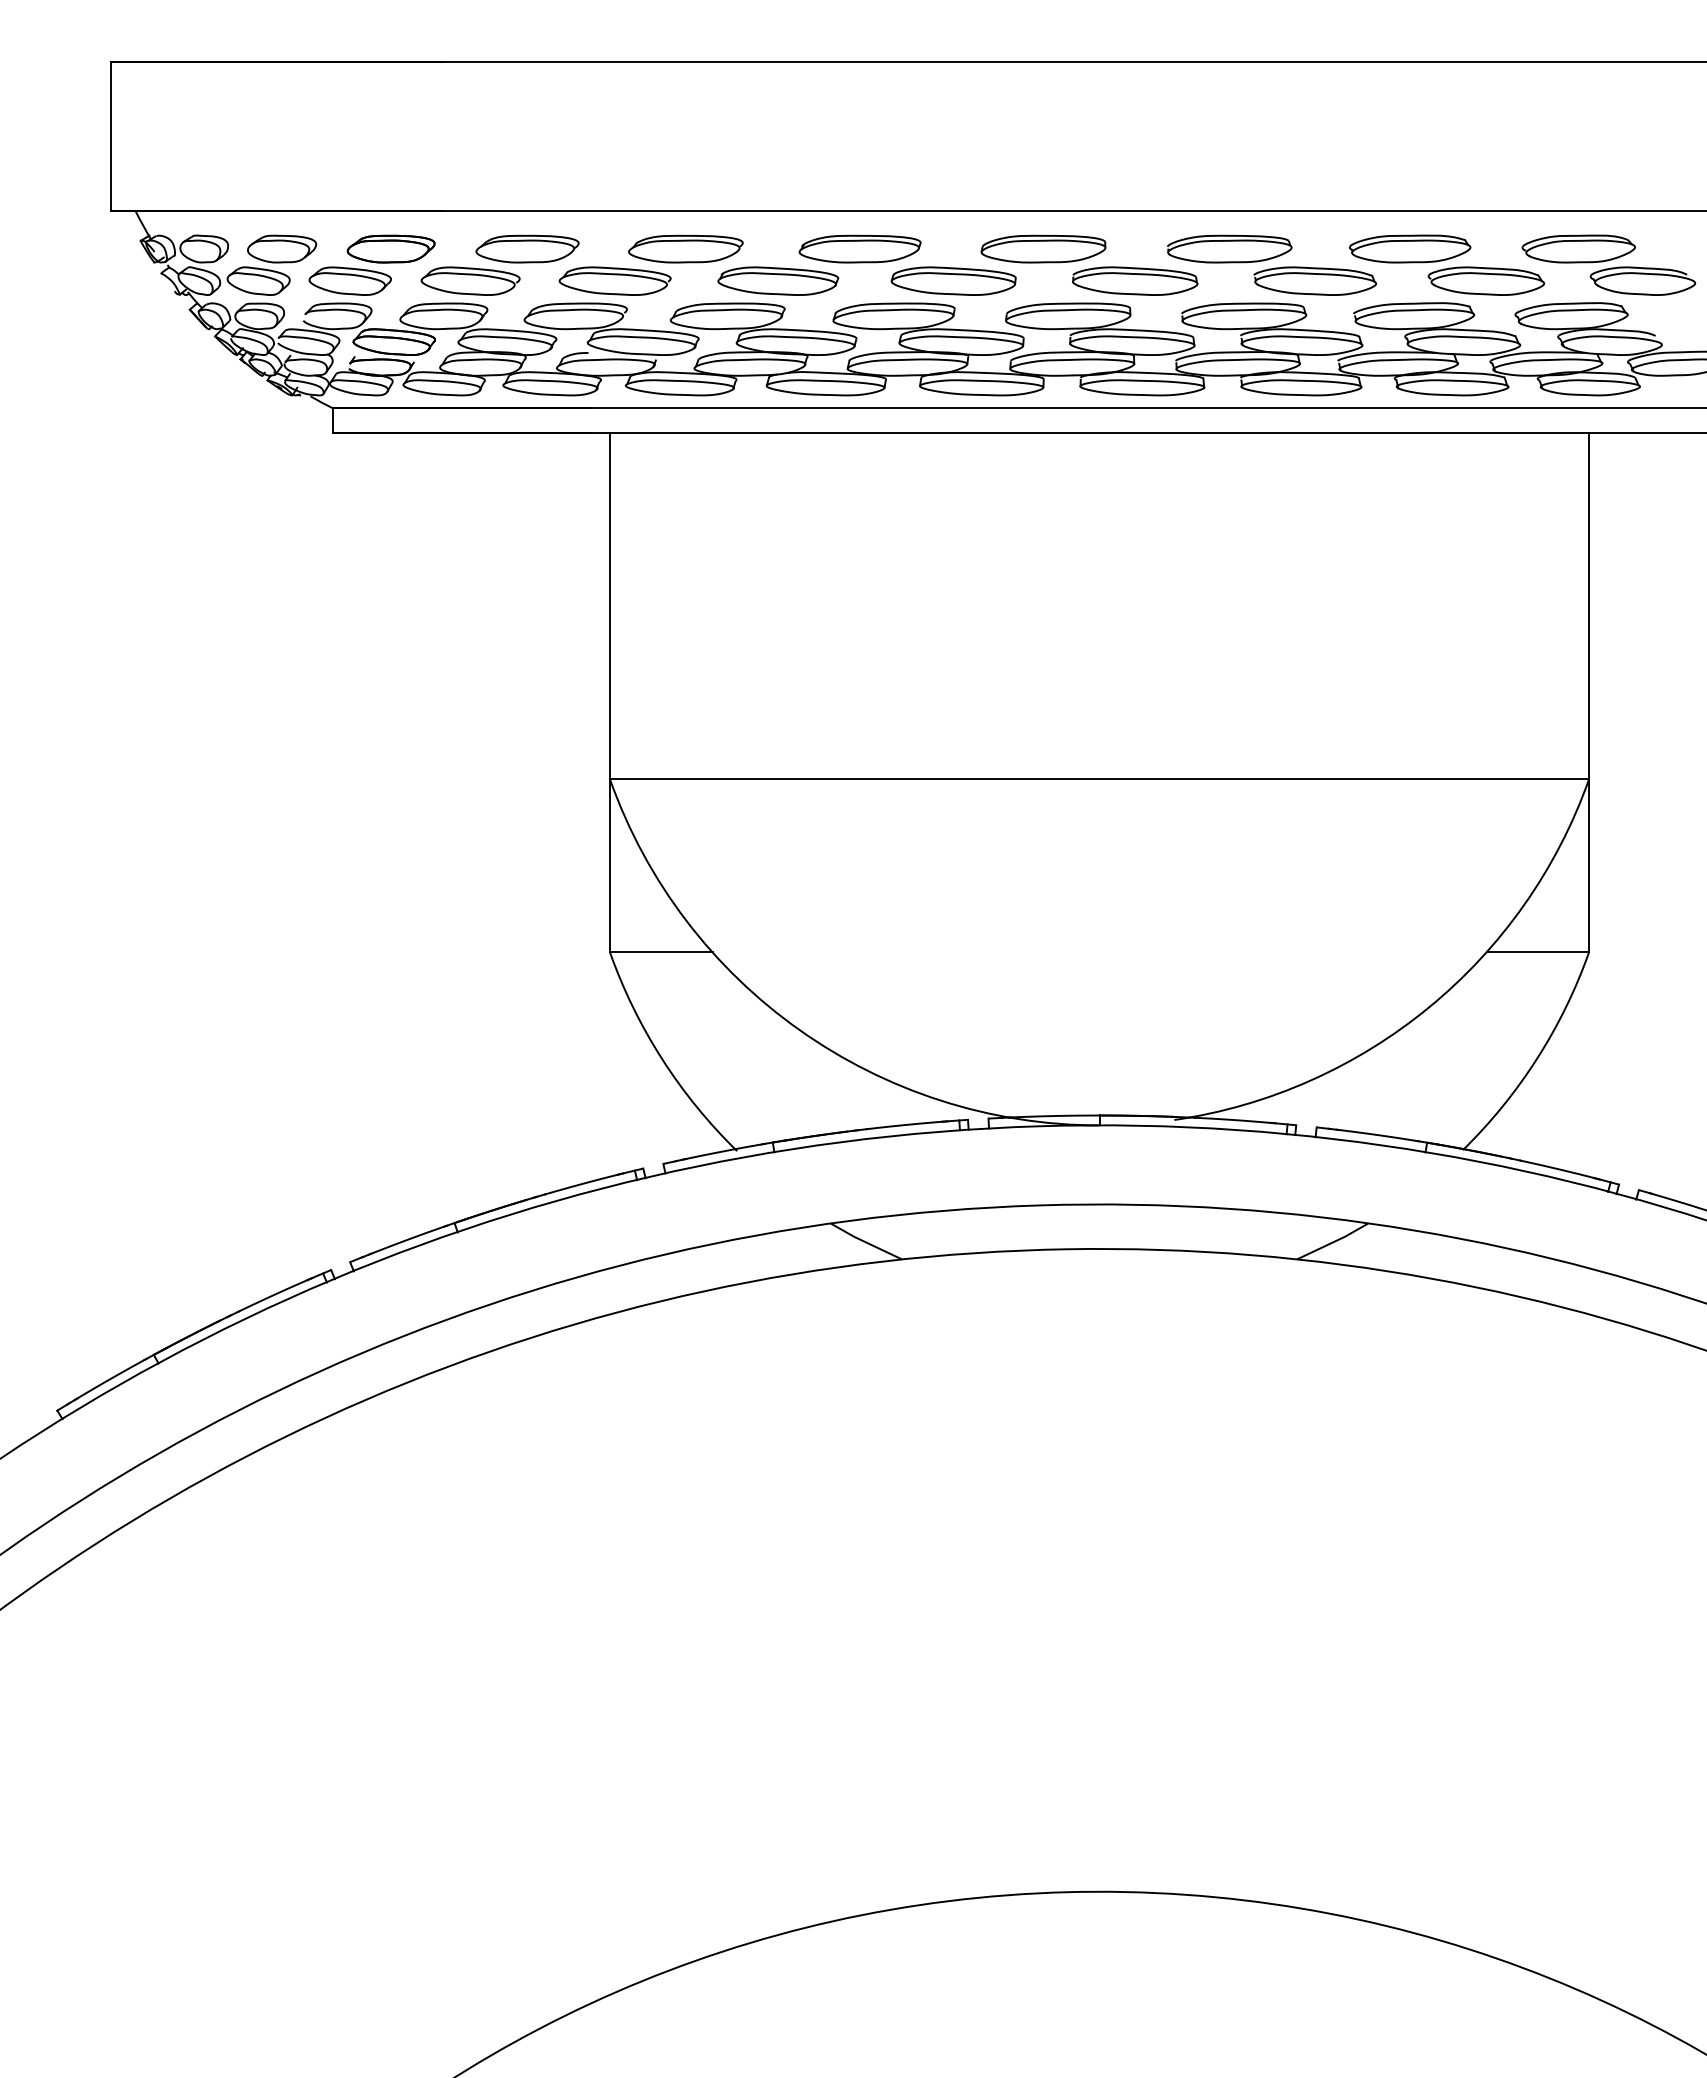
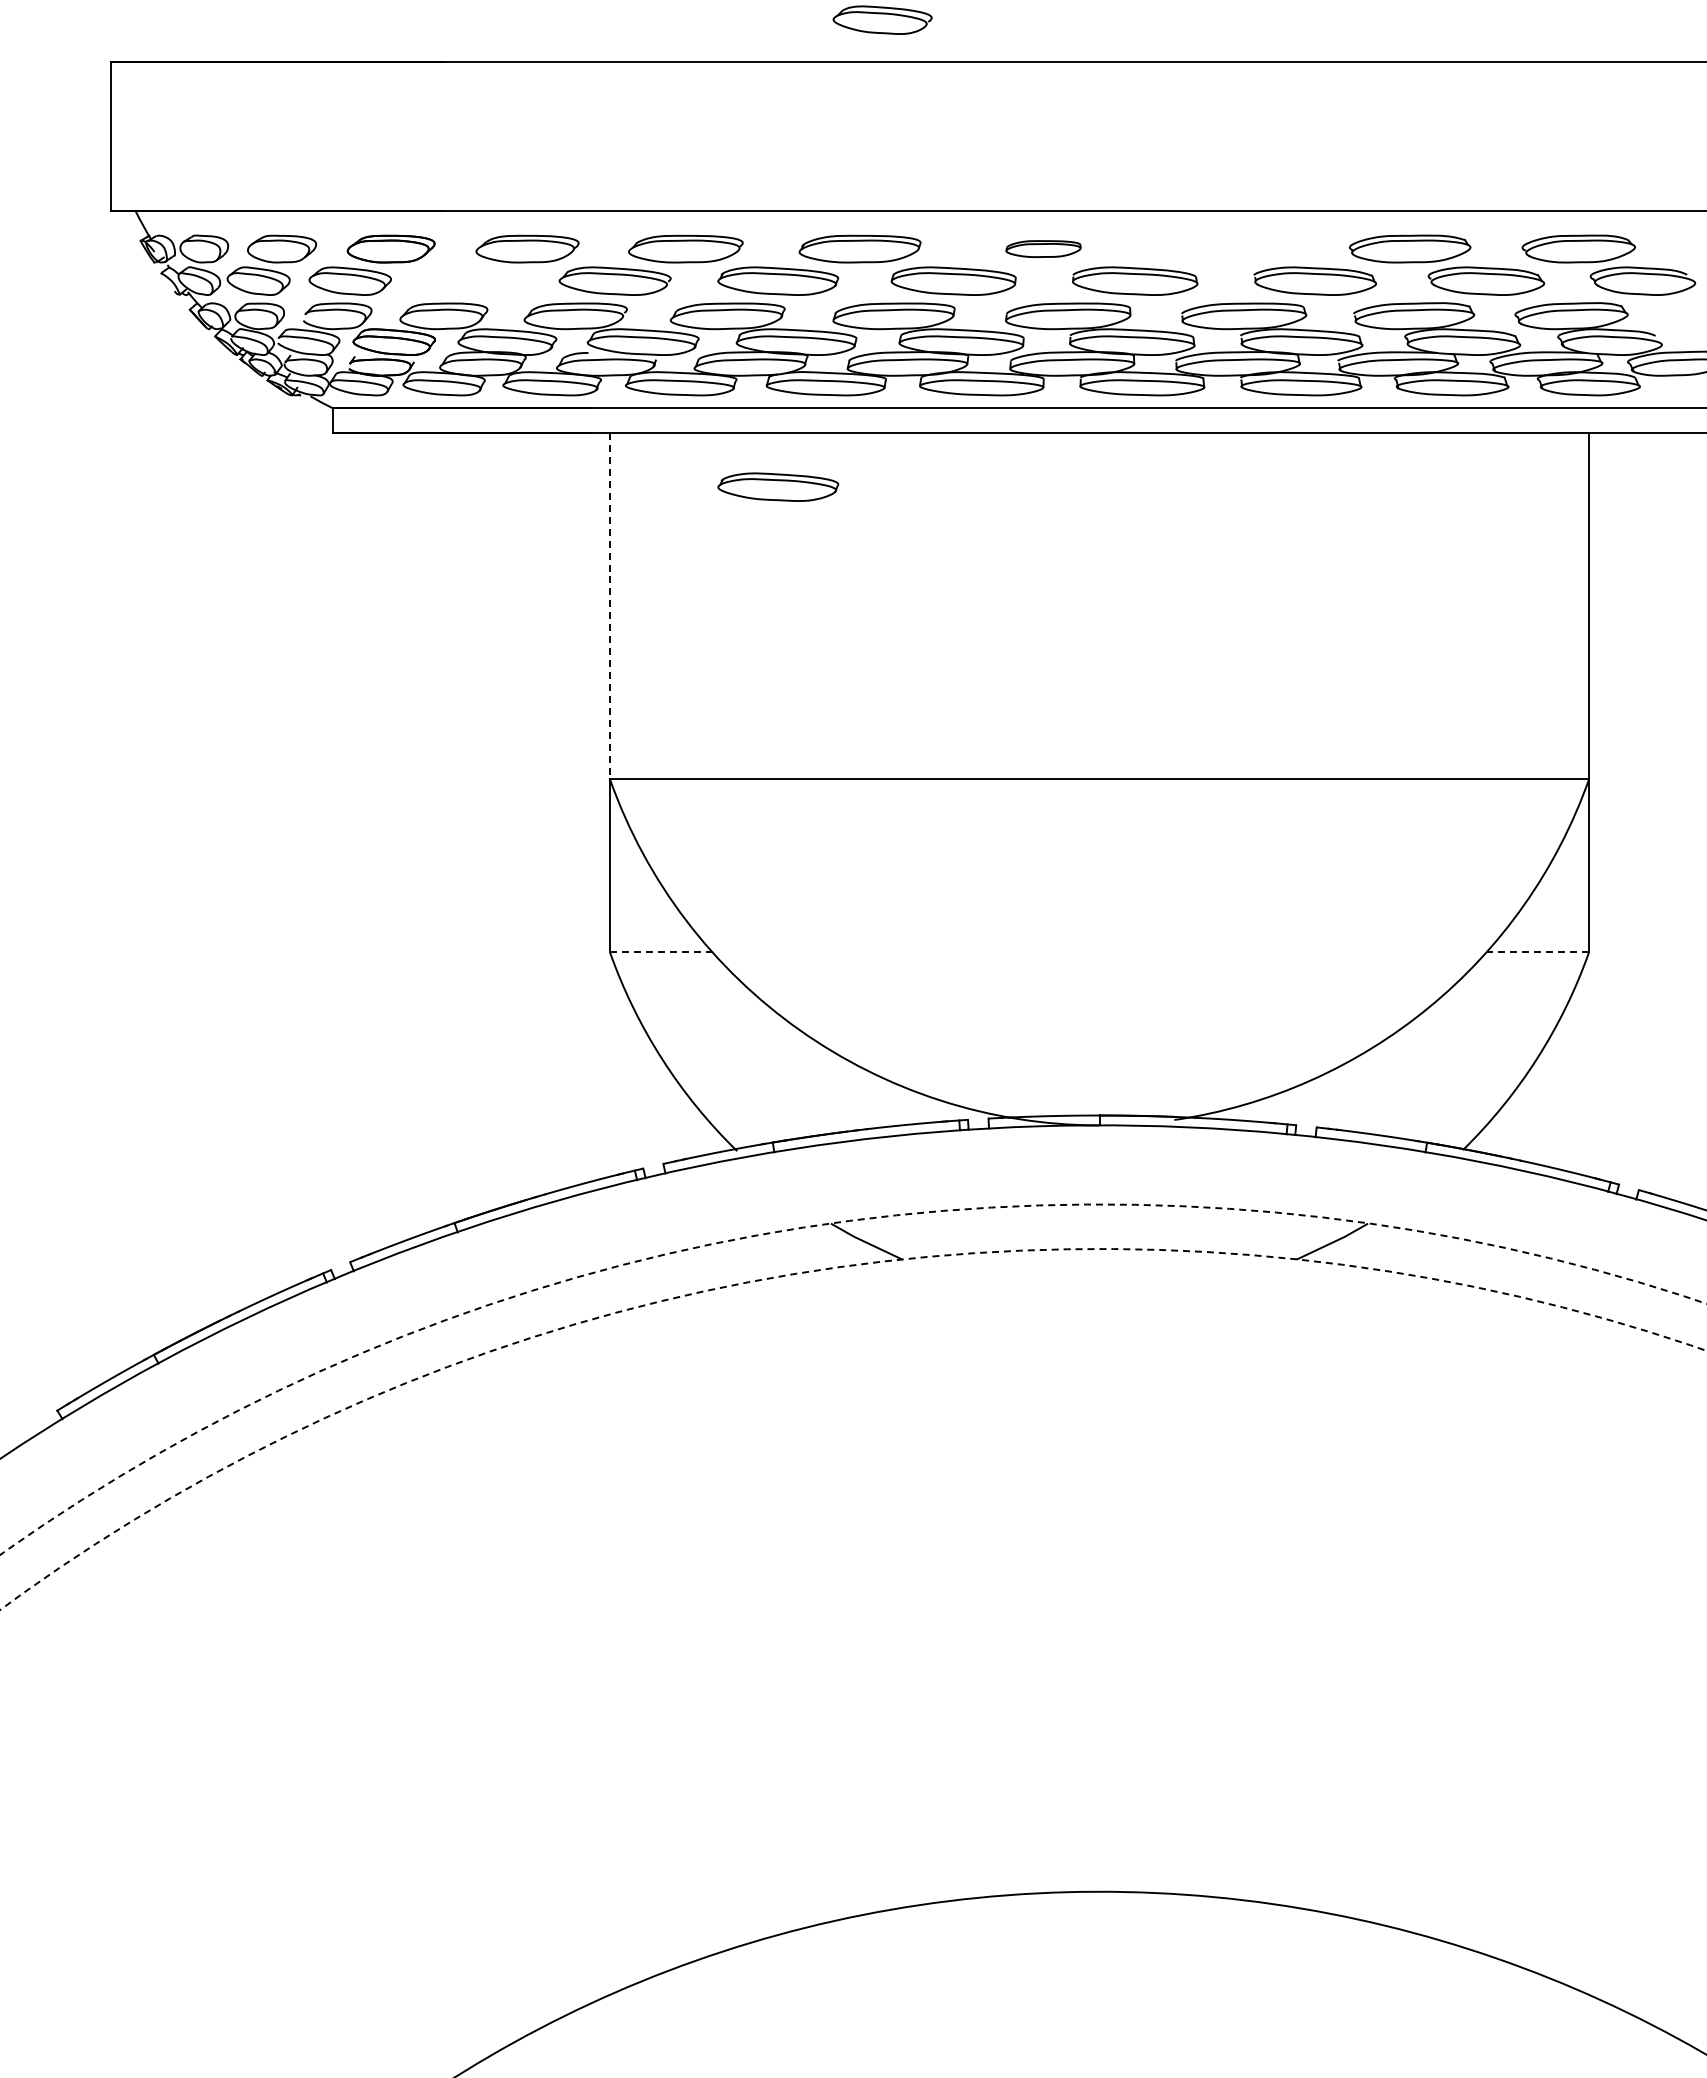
part at (1043, 248) size: 127x30 px -> 77x18 px
part at (1229, 248): present -> none
part at (470, 280) position: (470, 280) -> (882, 19)
part at (778, 486): none -> present
line at (610, 606): solid -> dashed
line at (660, 952): solid -> dashed
line at (1537, 952): solid -> dashed
arc at (822, 1224): solid -> dashed
arc at (822, 1269): solid -> dashed
